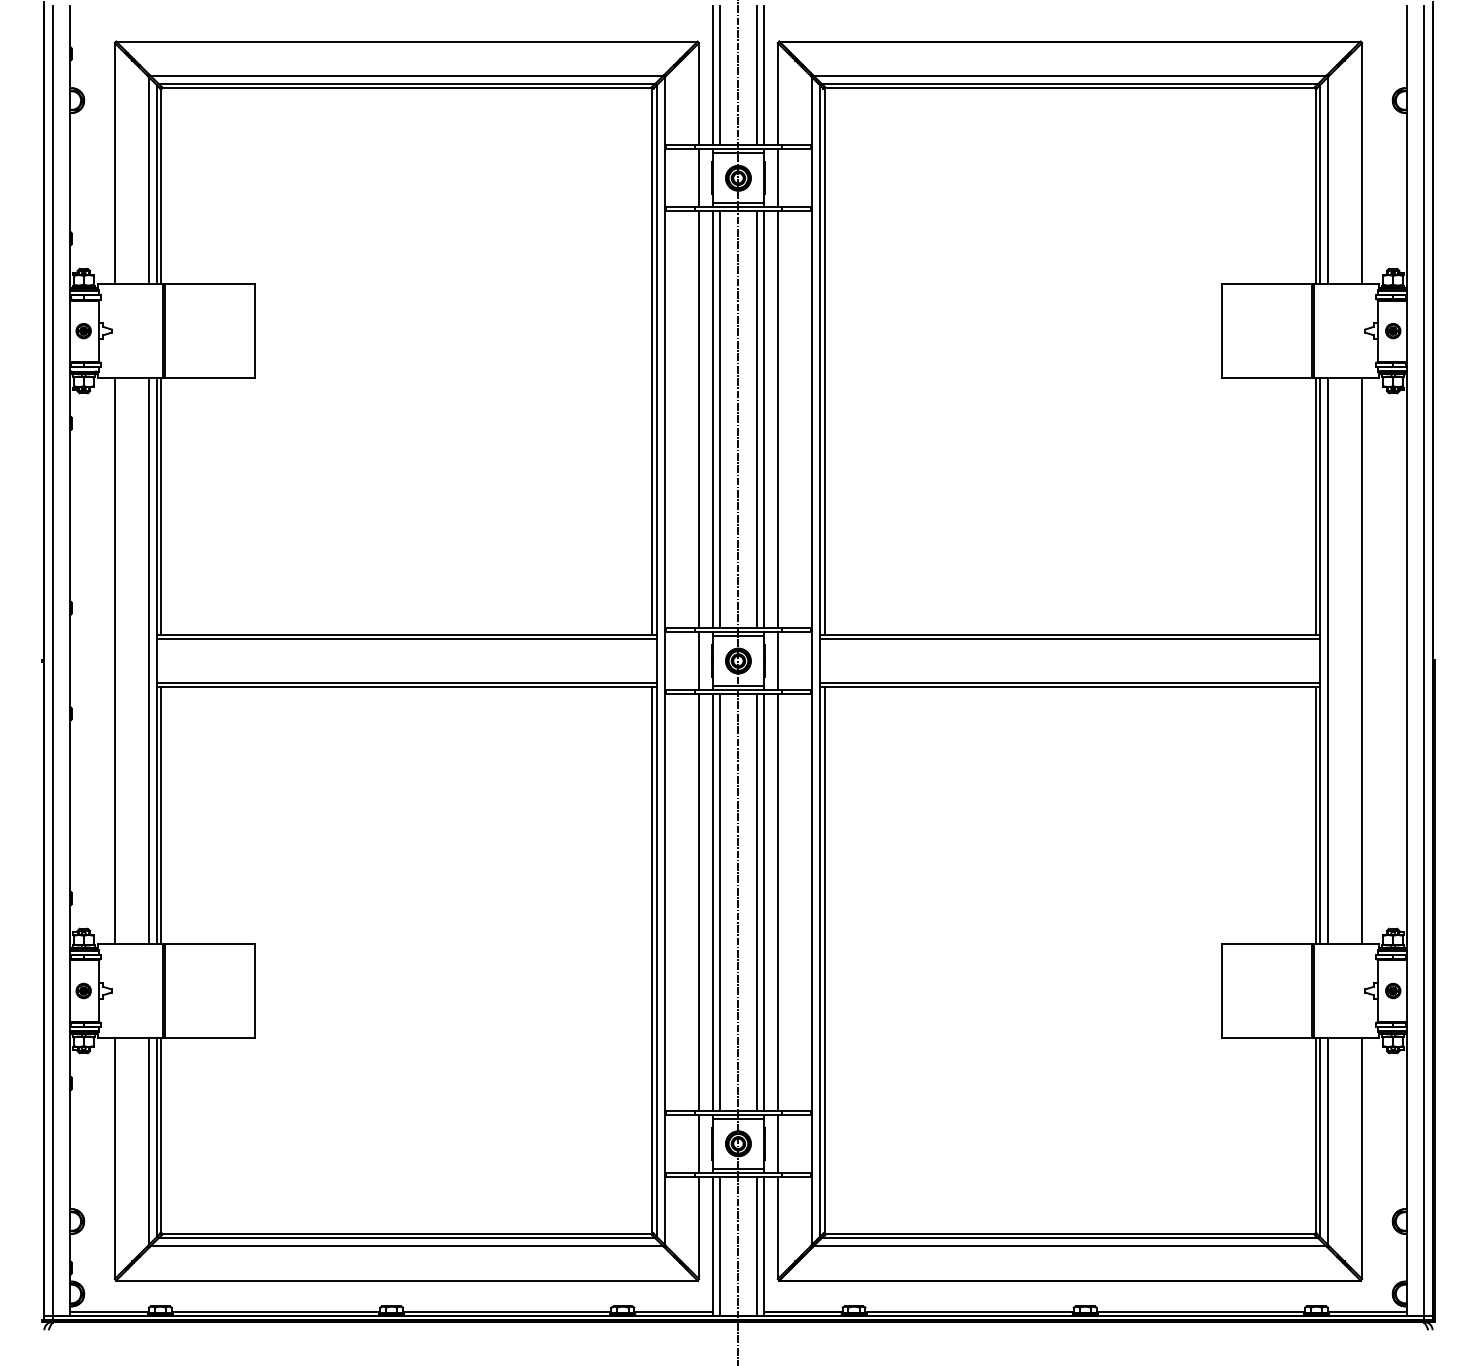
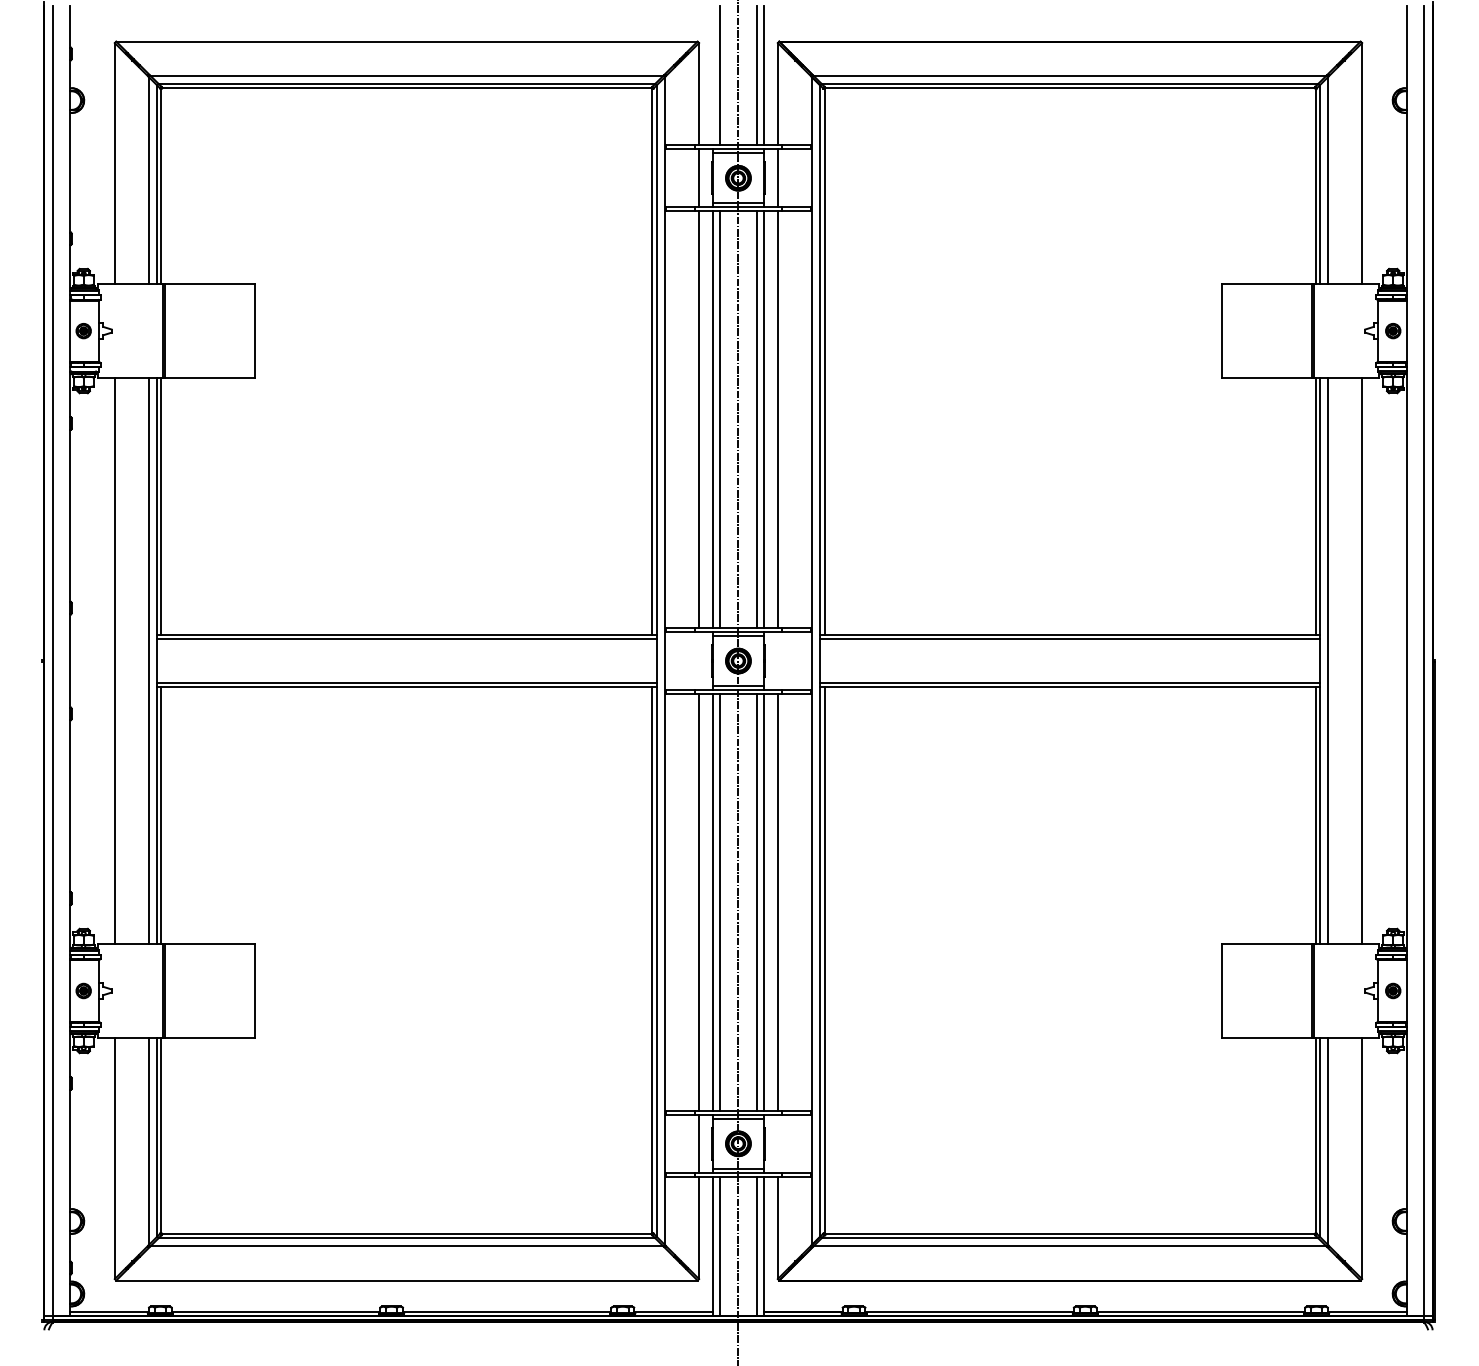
line at (712, 75): present -> none
line at (699, 661): present -> none
line at (777, 661): present -> none
line at (777, 1143): present -> none
